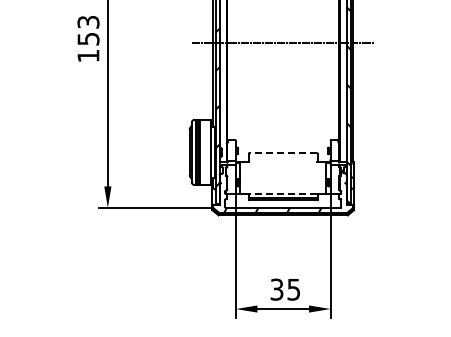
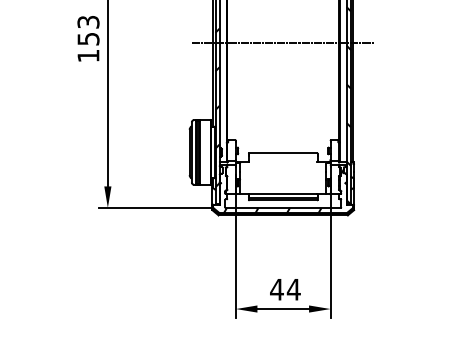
line at (283, 153): dashed -> solid
line at (283, 193): dashed -> solid
text at (285, 289): 35 -> 44
